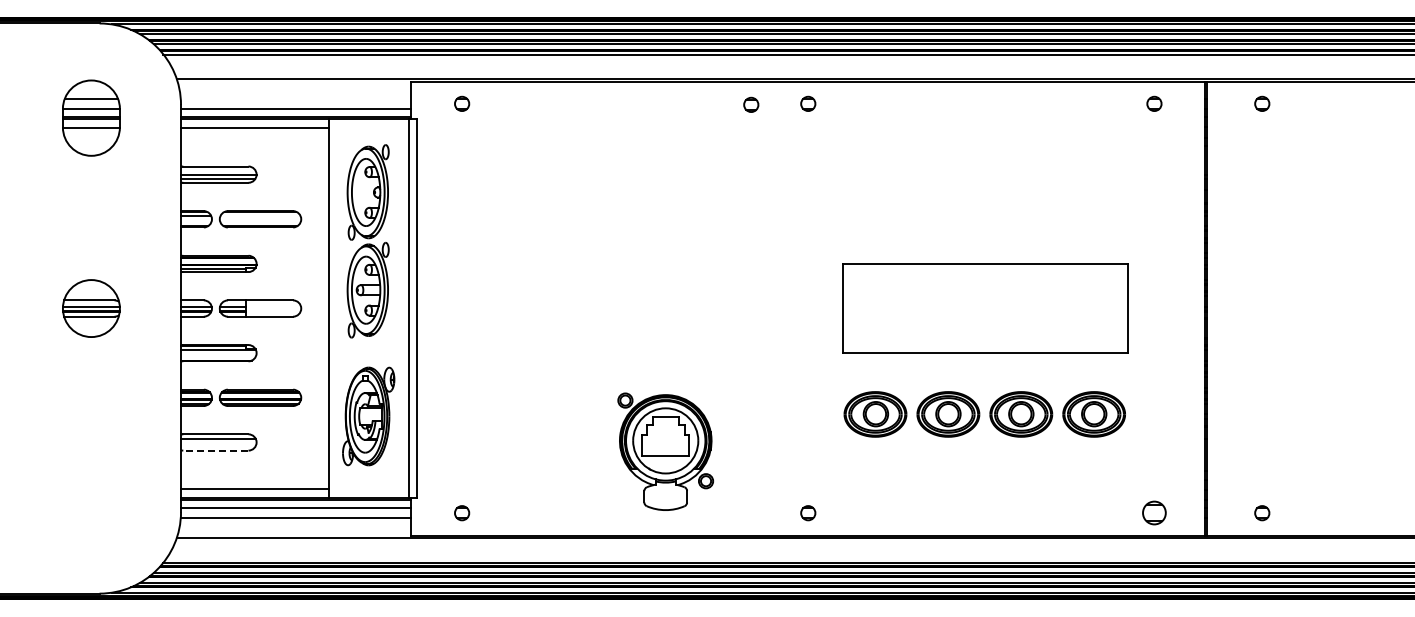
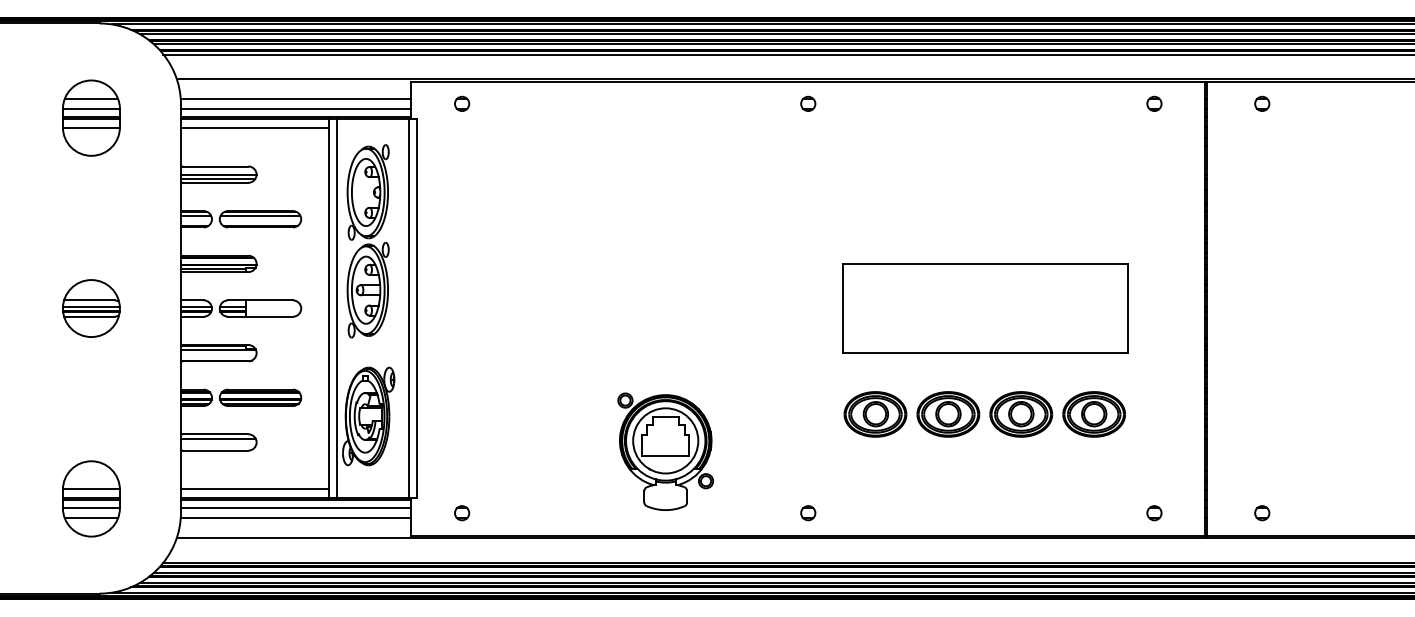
line at (296, 98): none -> present
part at (751, 104): present -> none
line at (260, 215): none -> present
line at (336, 308): none -> present
line at (215, 450): dashed -> solid
part at (91, 498): none -> present
part at (1154, 512) size: 25x26 px -> 17x17 px
